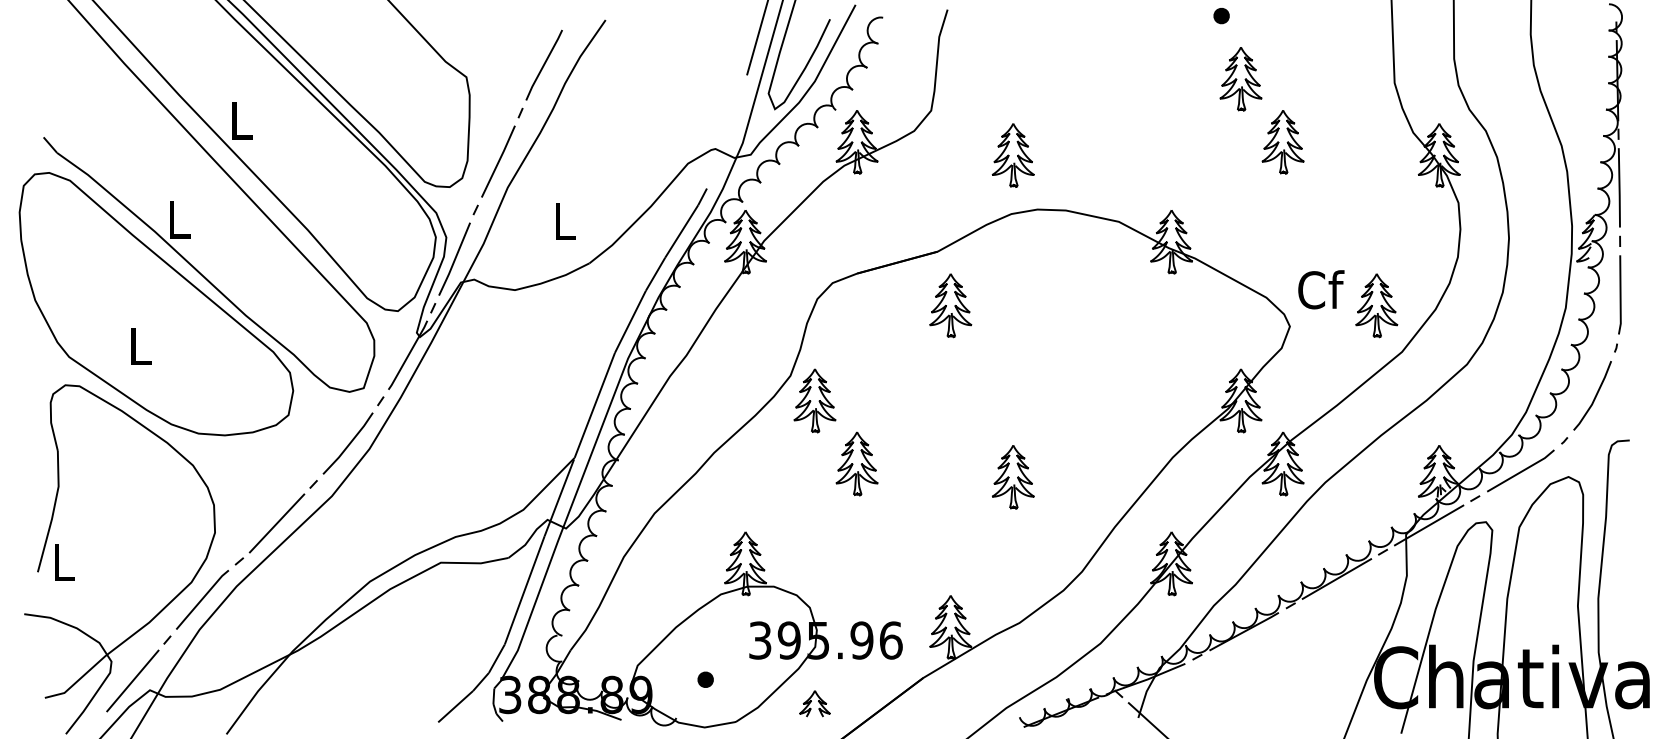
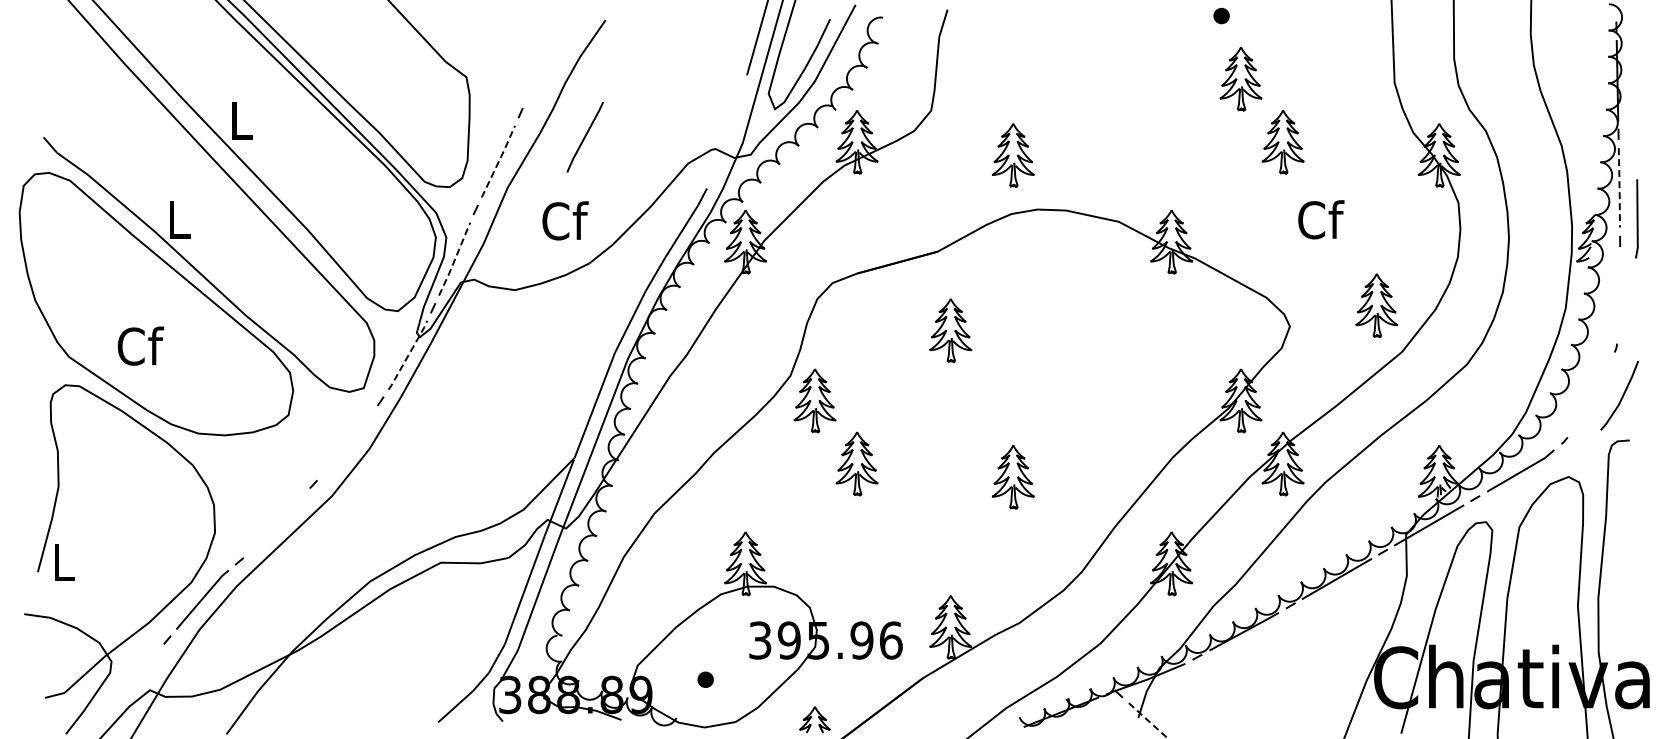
line at (543, 64) position: (543, 64) -> (584, 136)
line at (499, 160): solid -> dashed
line at (1619, 189): solid -> dashed
text at (565, 220): L -> Cf
line at (455, 259): solid -> dashed
text at (1321, 289) position: (1321, 289) -> (1321, 219)
line at (1619, 294) position: (1619, 294) -> (1636, 218)
part at (950, 305) position: (950, 305) -> (950, 330)
text at (140, 345): L -> Cf
line at (408, 355): solid -> dashed
line at (1594, 396) position: (1594, 396) -> (1621, 396)
line at (348, 443): present -> none
line at (276, 523): present -> none
line at (132, 680): present -> none
part at (814, 703) position: (814, 703) -> (814, 719)
line at (1148, 721): solid -> dashed
